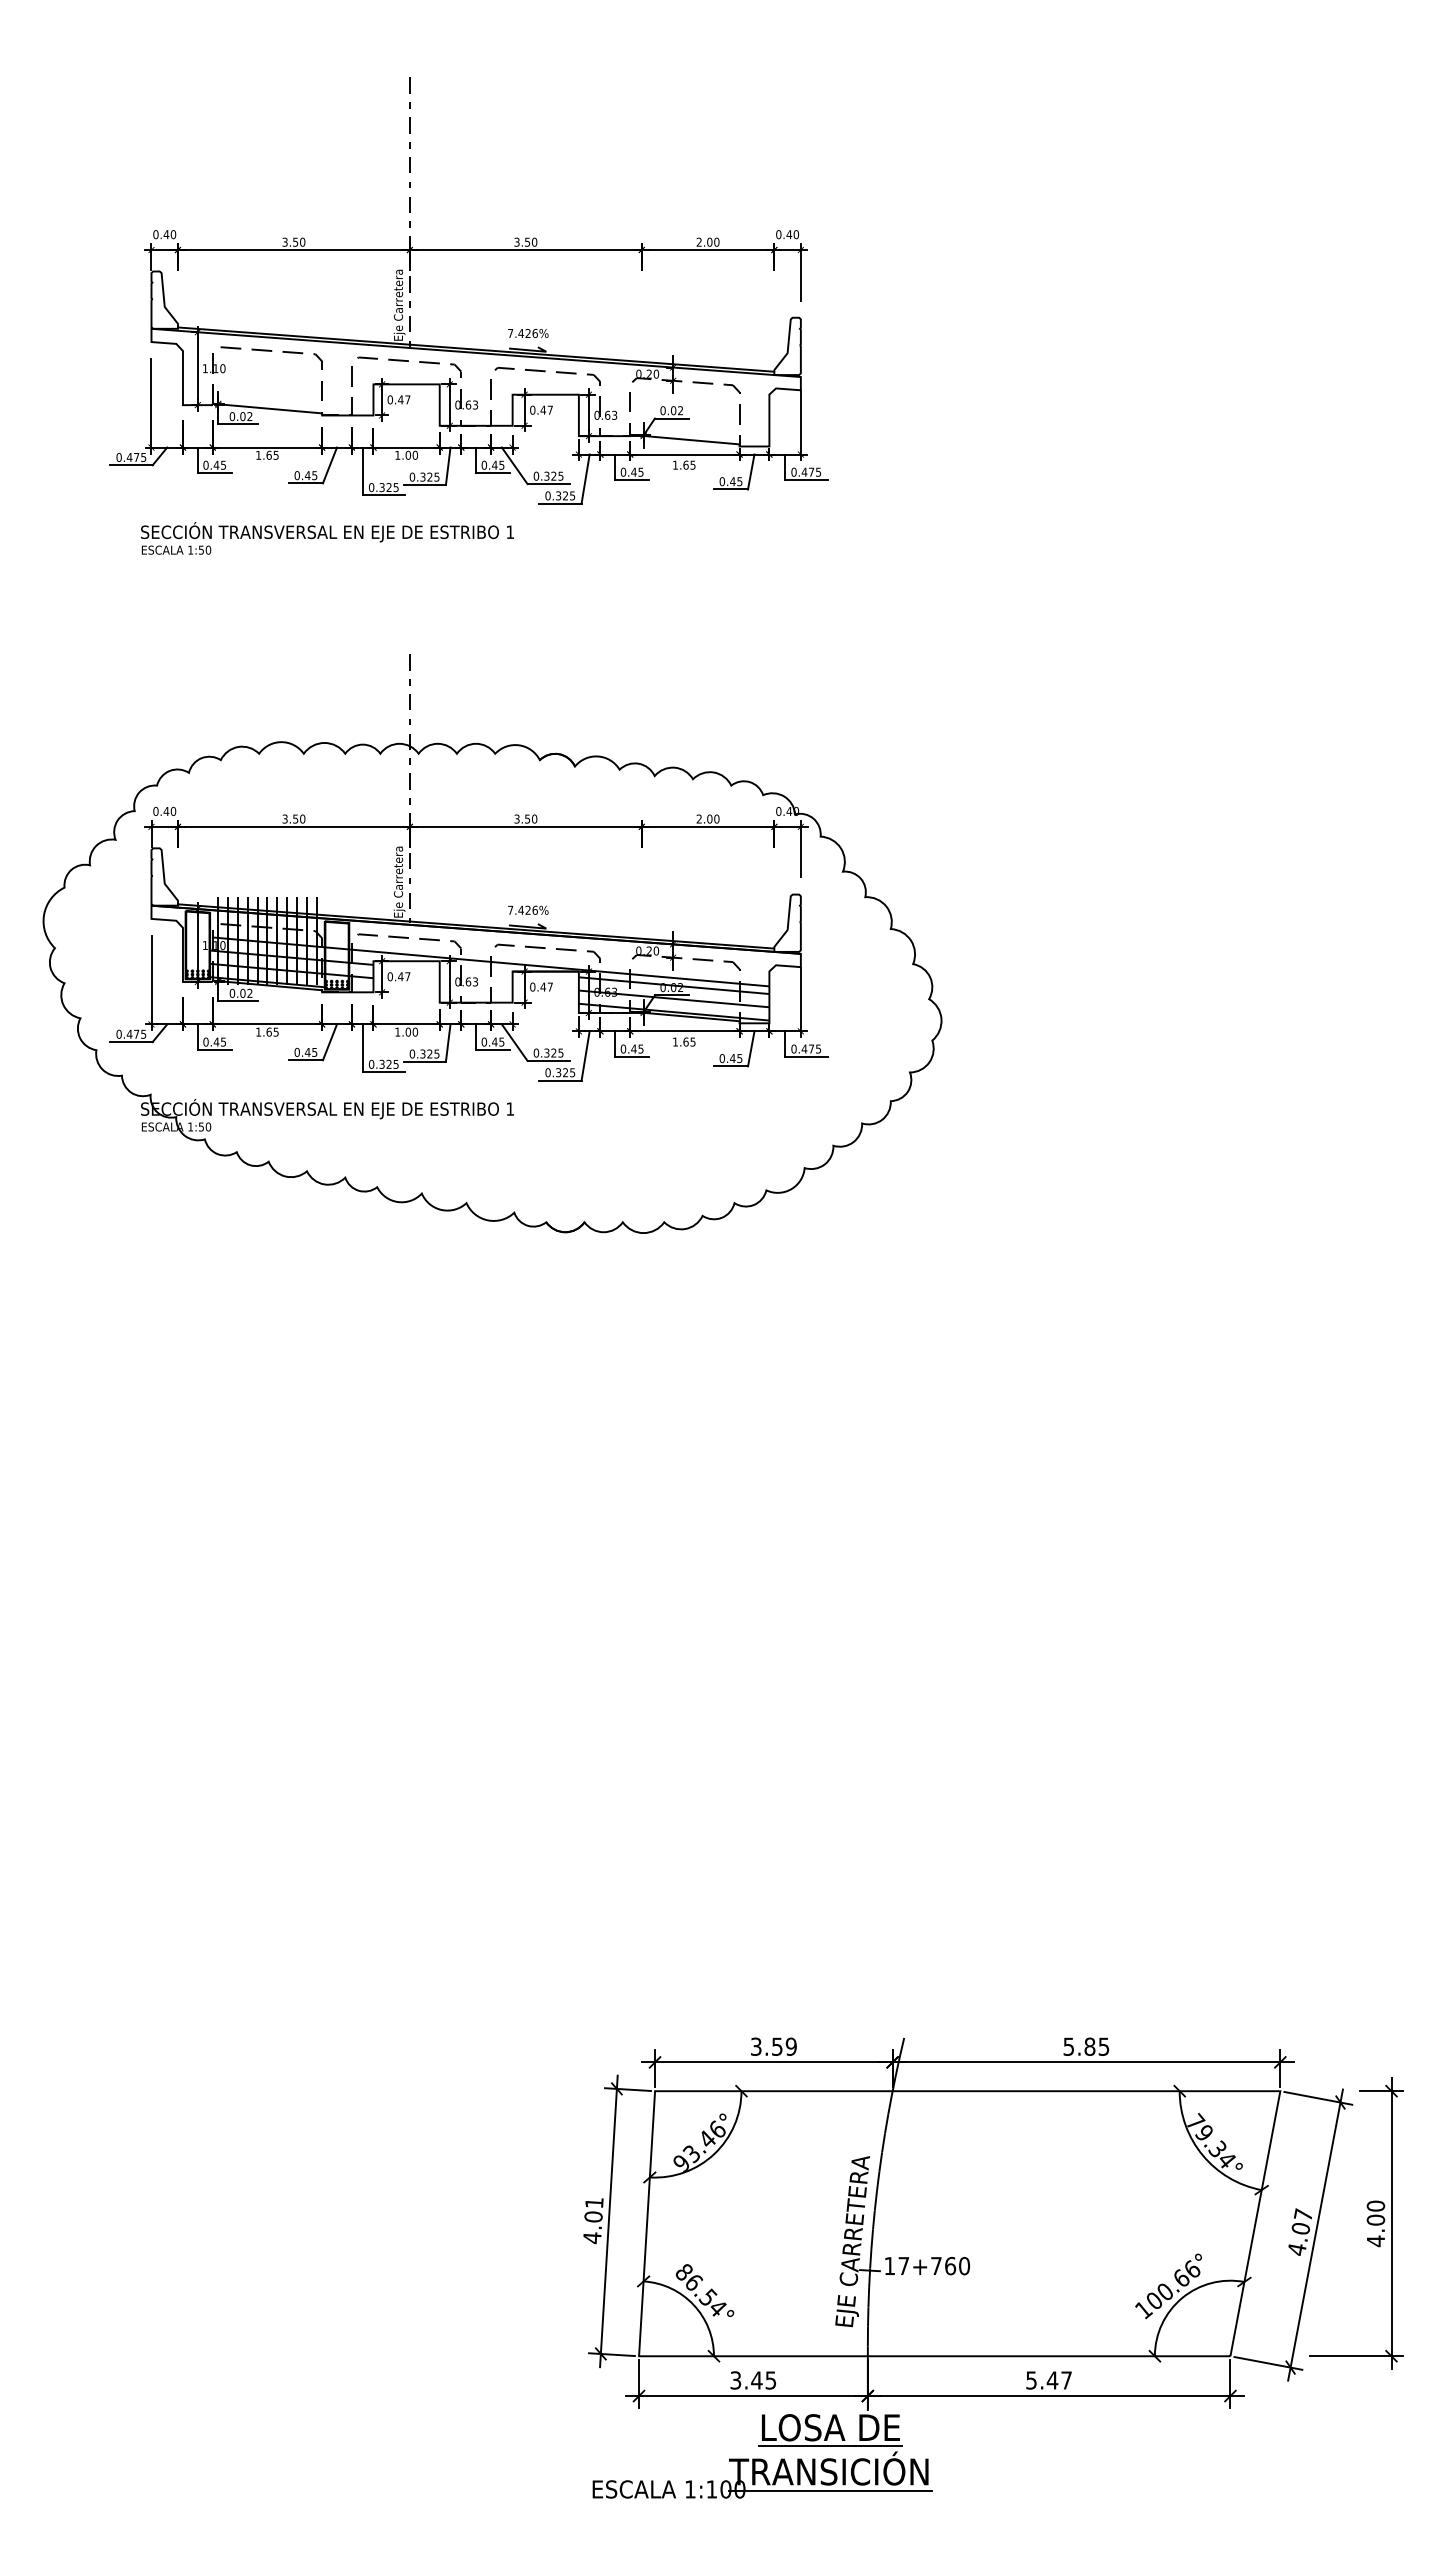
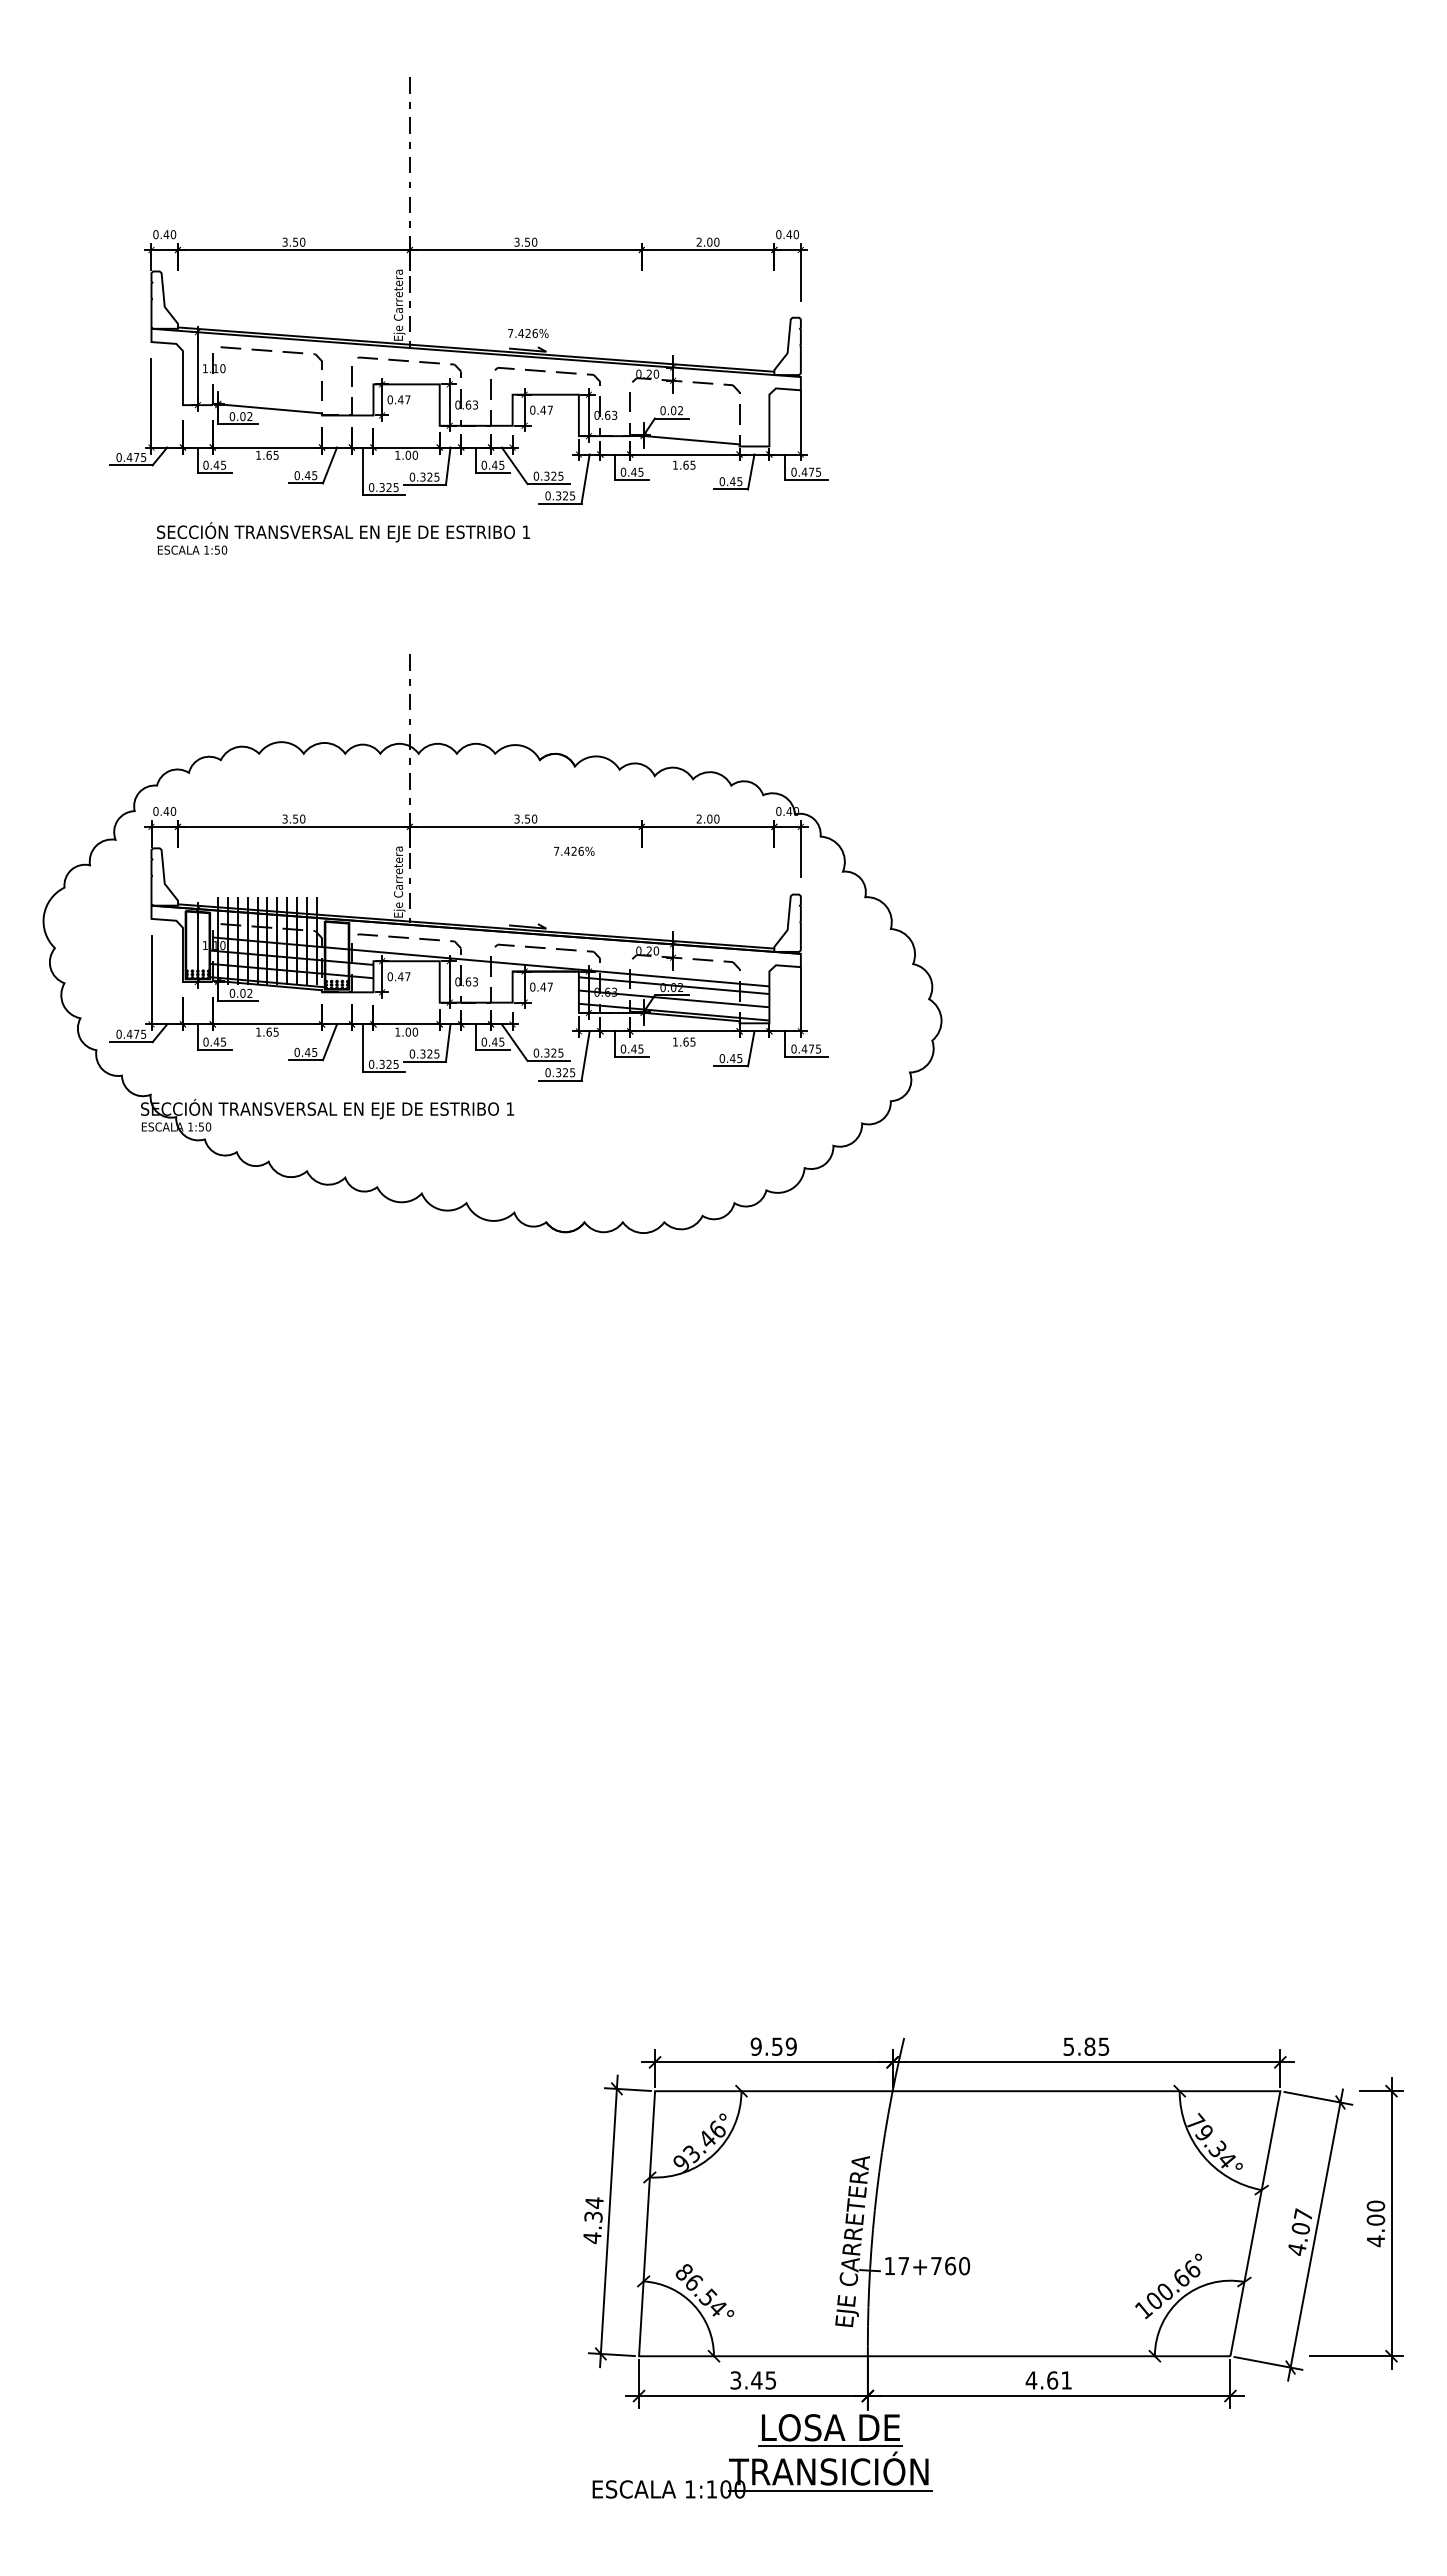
text at (327, 538) position: (327, 538) -> (343, 538)
text at (528, 909) position: (528, 909) -> (574, 850)
text at (755, 2046): 3.59 -> 9.59
text at (593, 2209): 4.01 -> 4.34
text at (1048, 2380): 5.47 -> 4.61
